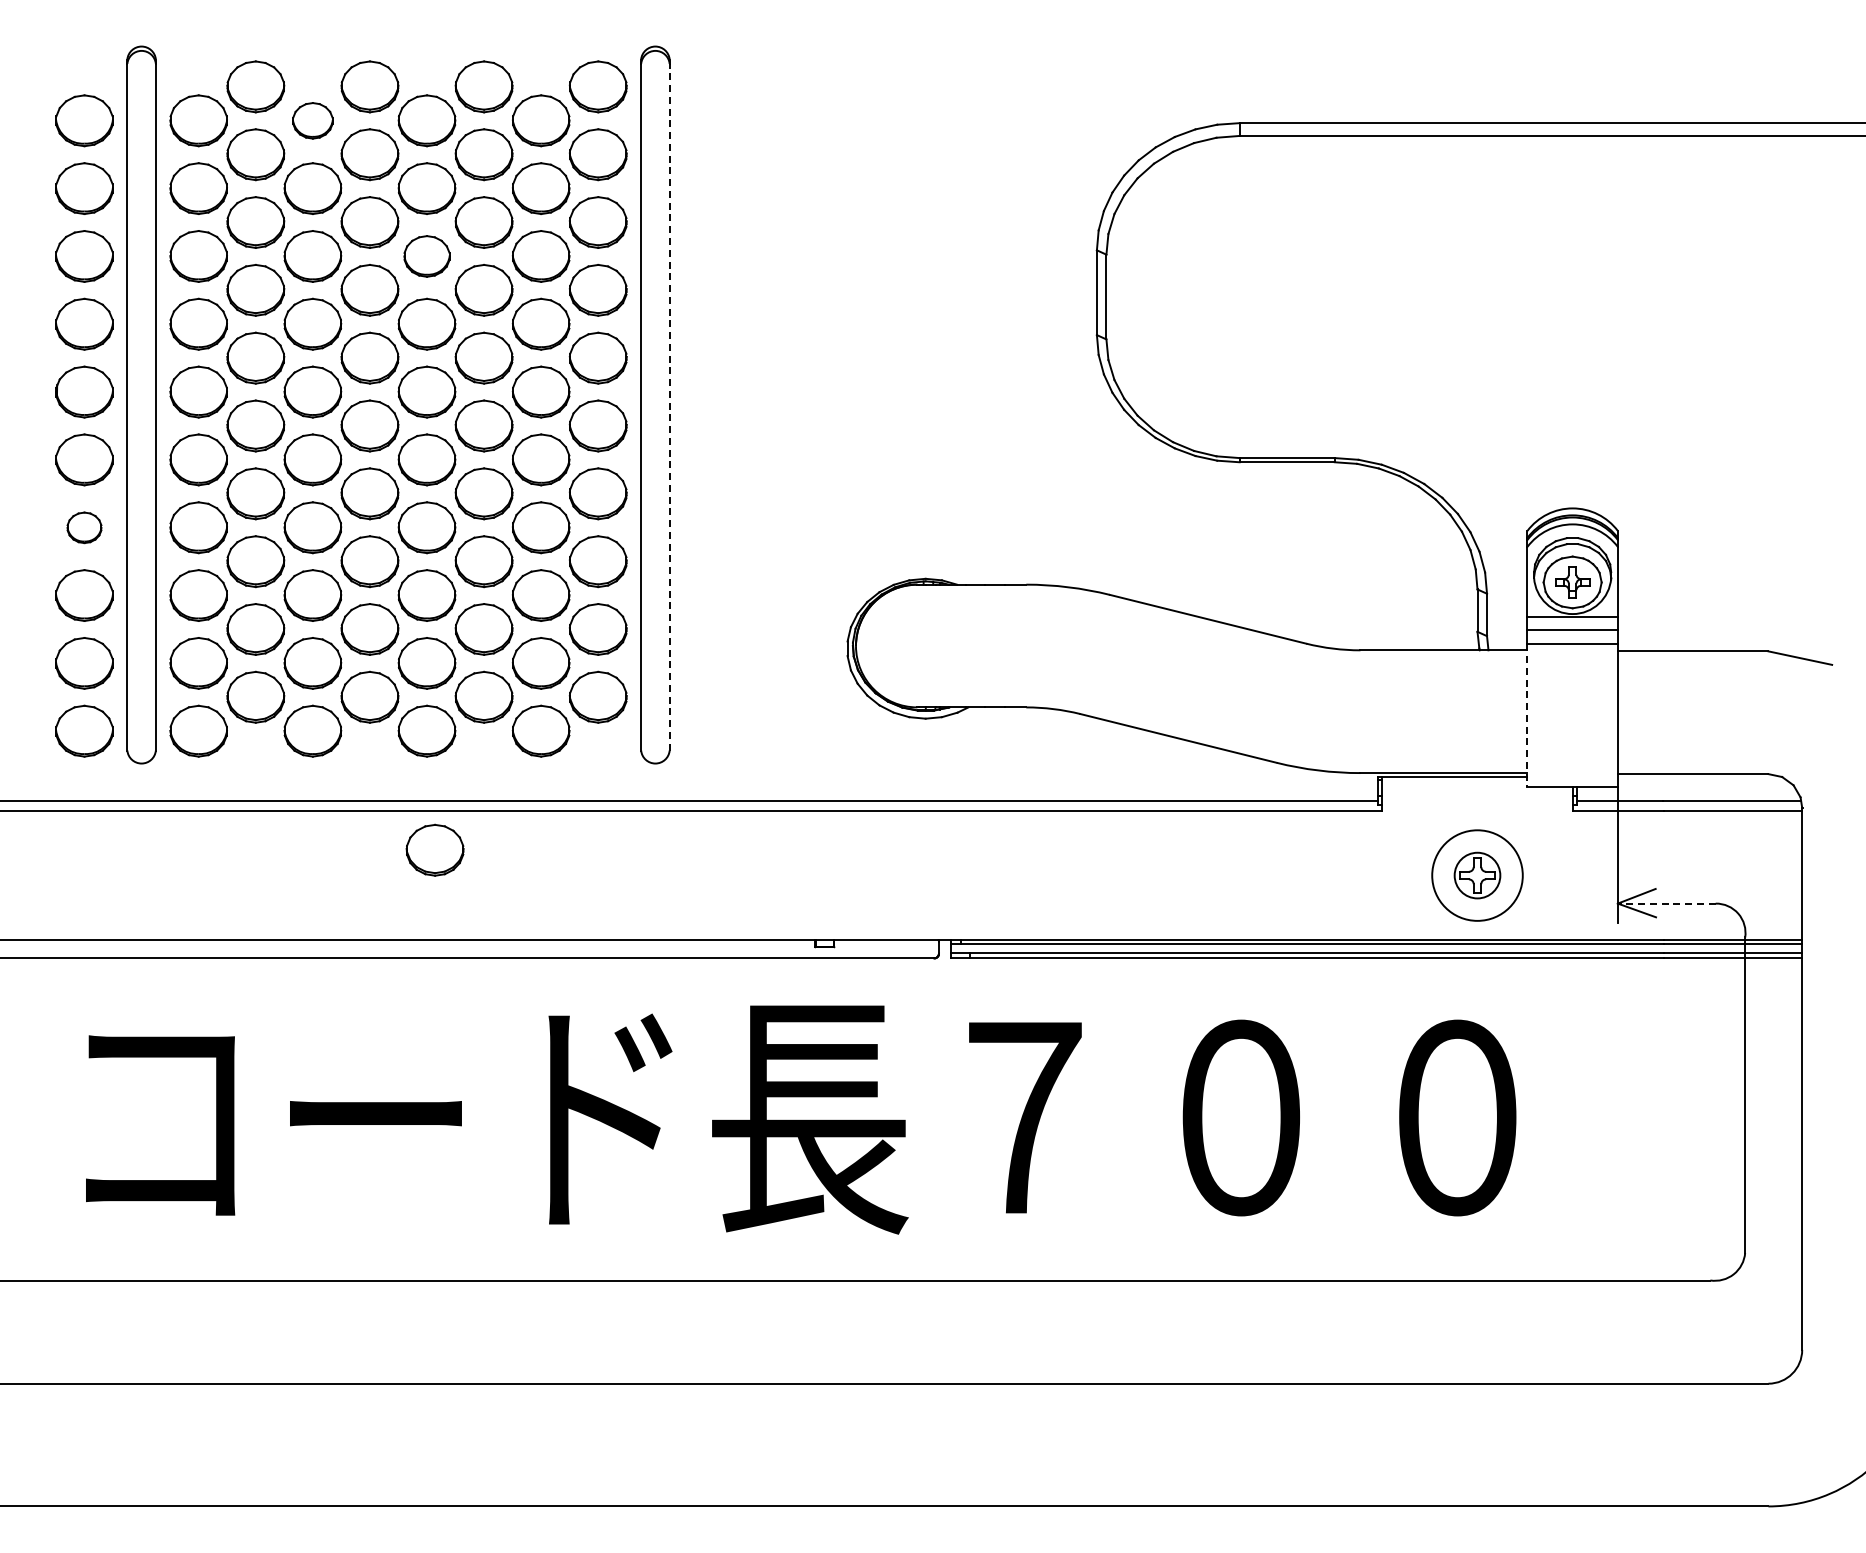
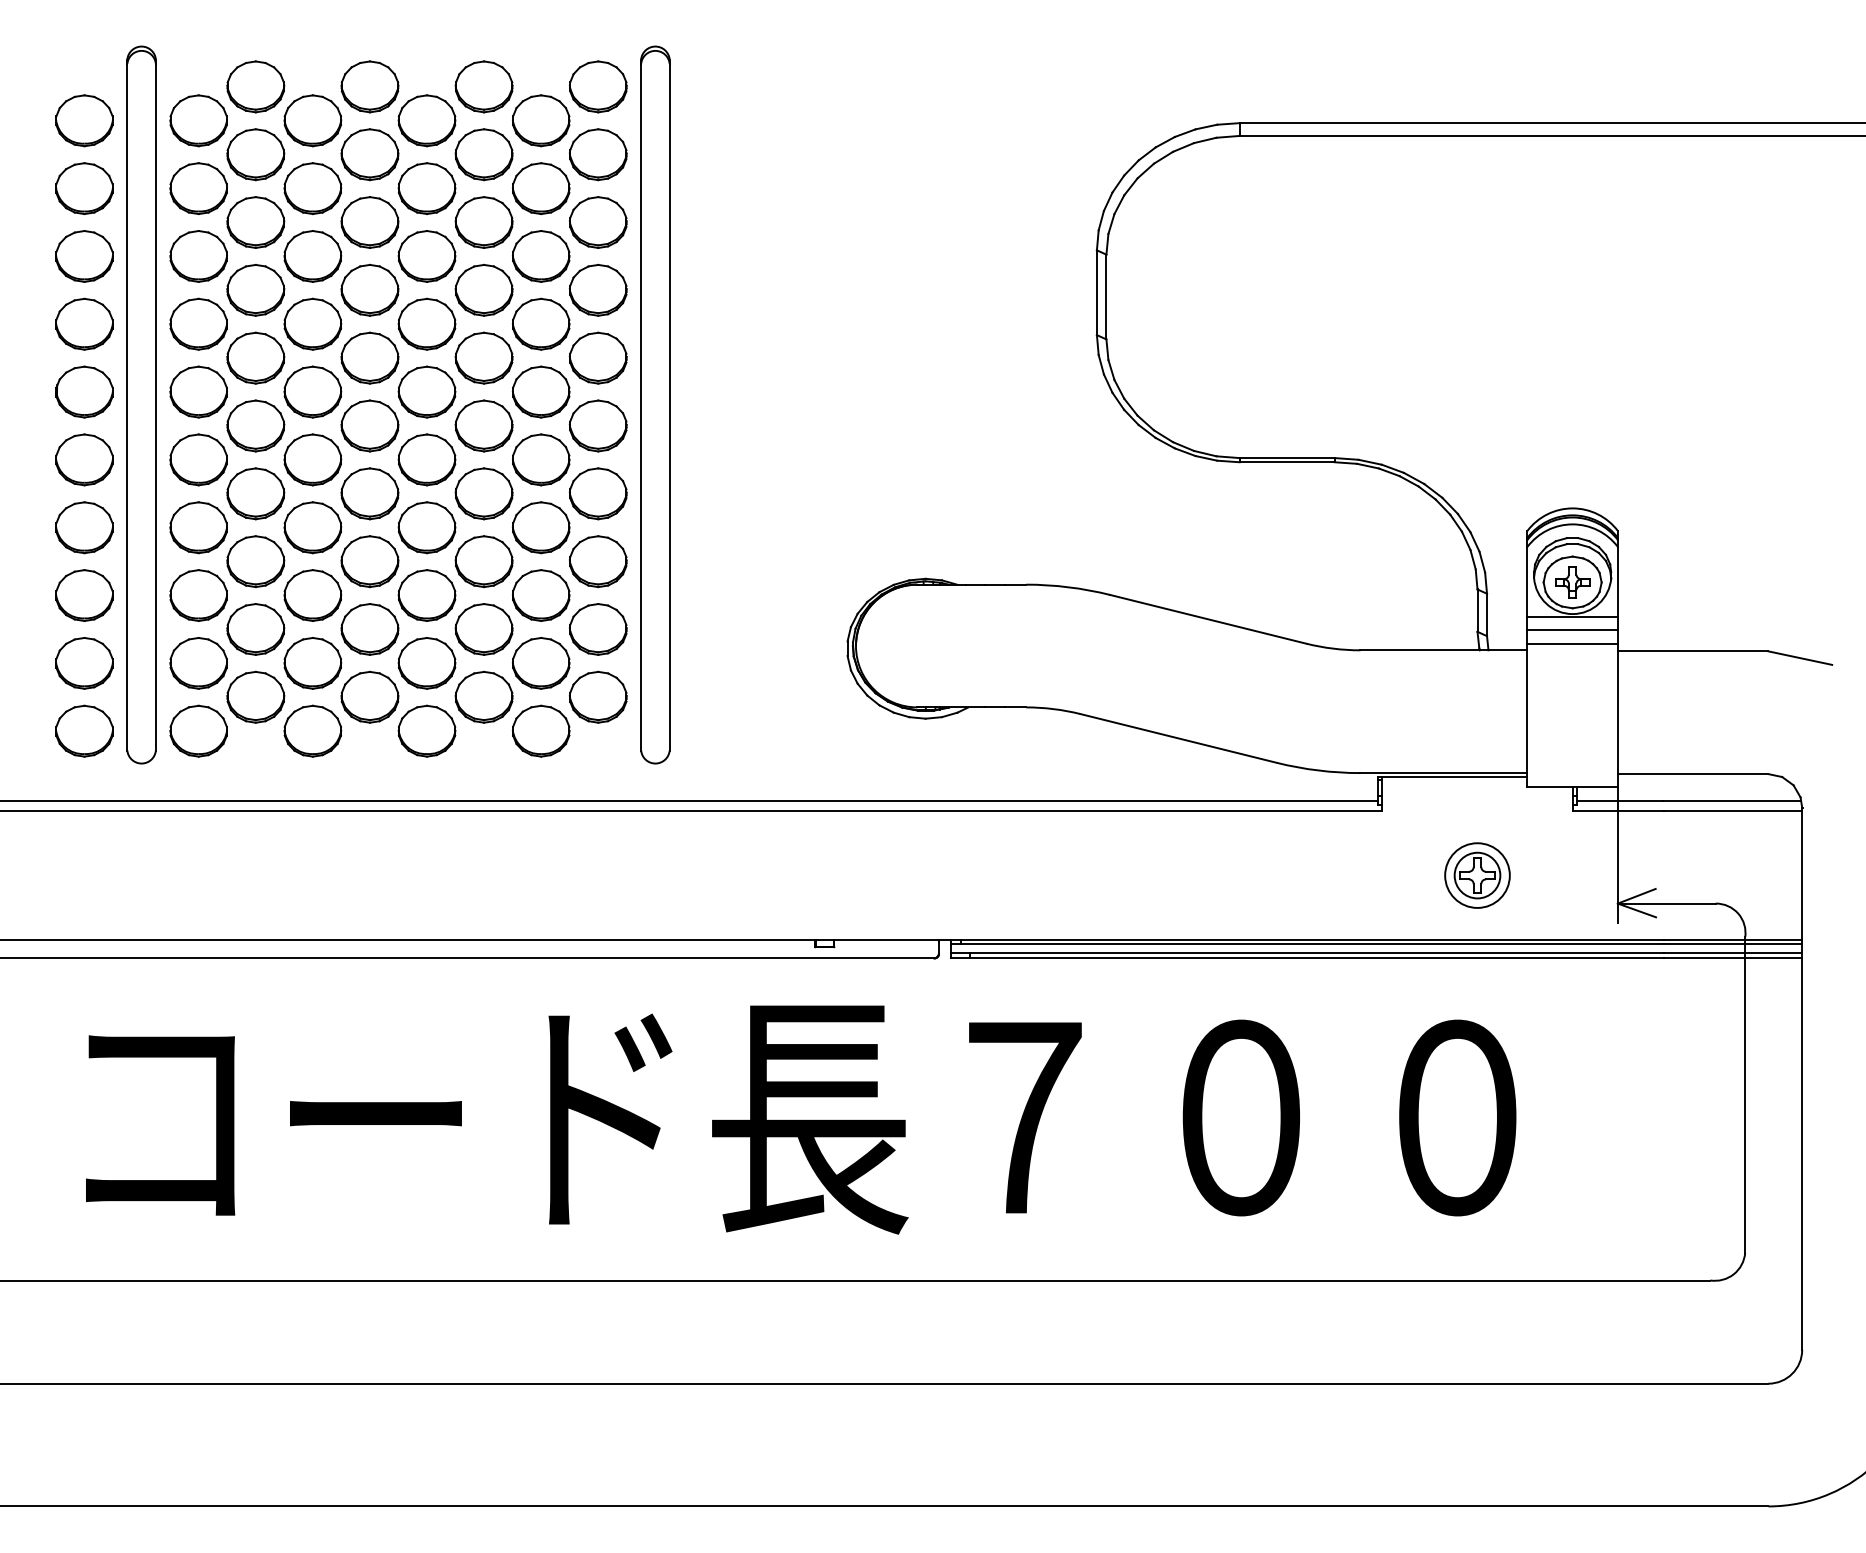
part at (312, 120) size: 42x38 px -> 60x54 px
part at (426, 256) size: 48x43 px -> 60x53 px
line at (669, 406): dashed -> solid
part at (84, 527) size: 37x34 px -> 59x54 px
line at (1527, 715): dashed -> solid
part at (434, 849): present -> none
circle at (1477, 875) diameter: 91 px -> 65 px
line at (1666, 903): dashed -> solid
